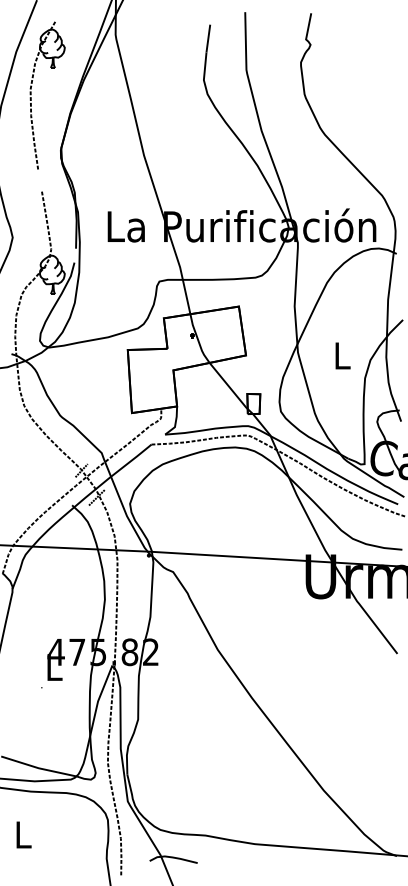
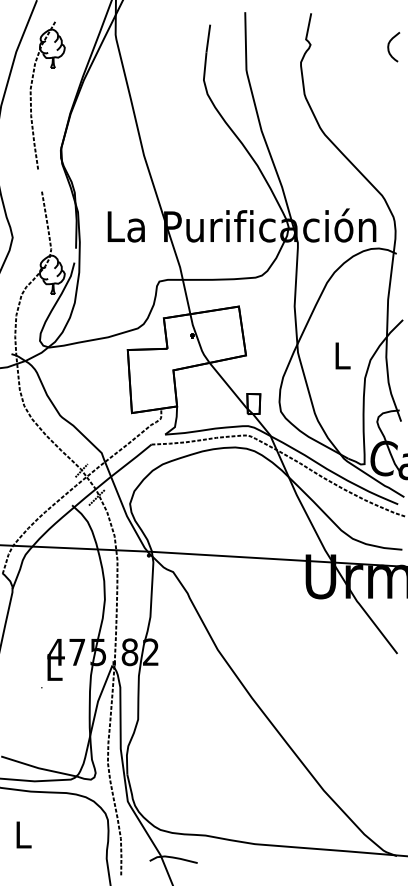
curve at (389, 47): none -> present
